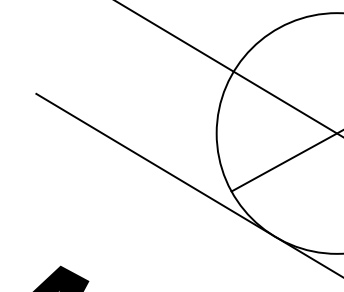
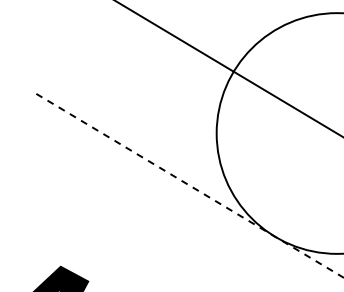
line at (285, 161): present -> none
line at (190, 186): solid -> dashed
